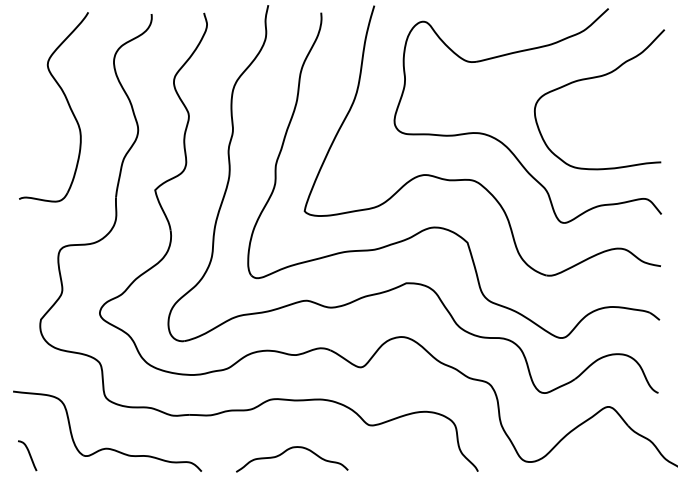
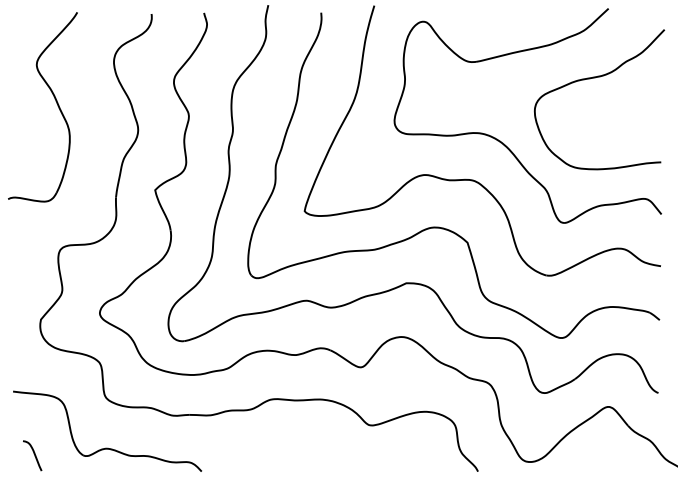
part at (66, 101) position: (66, 101) -> (55, 101)
curve at (288, 450): present -> none
curve at (28, 454) position: (28, 454) -> (33, 454)
